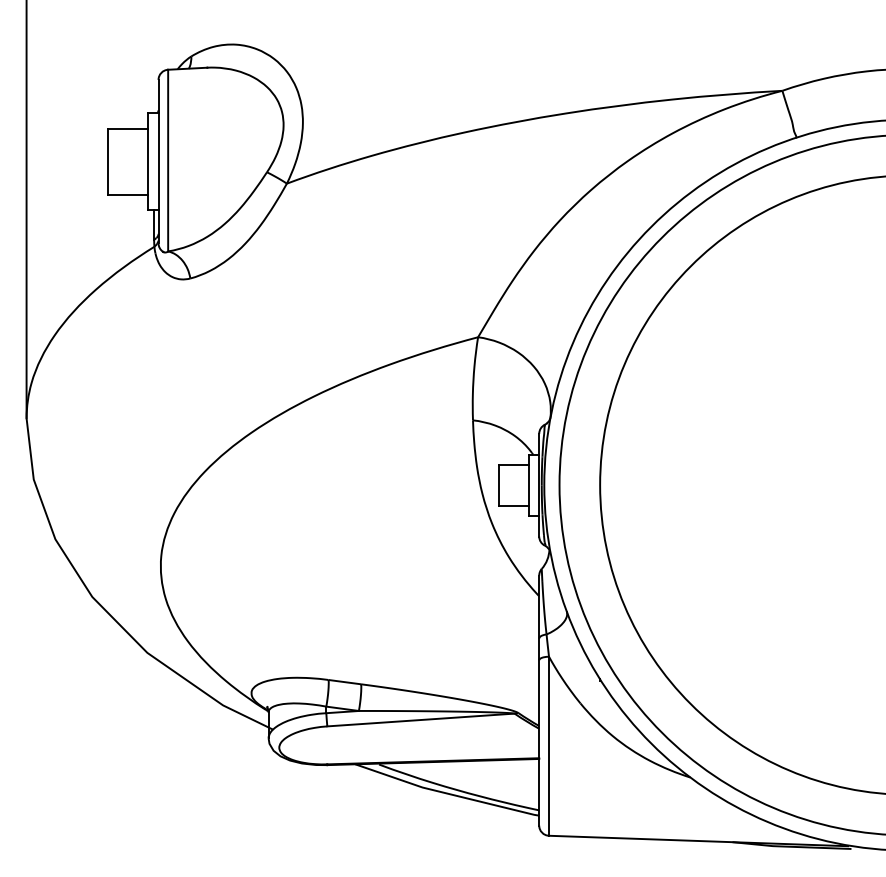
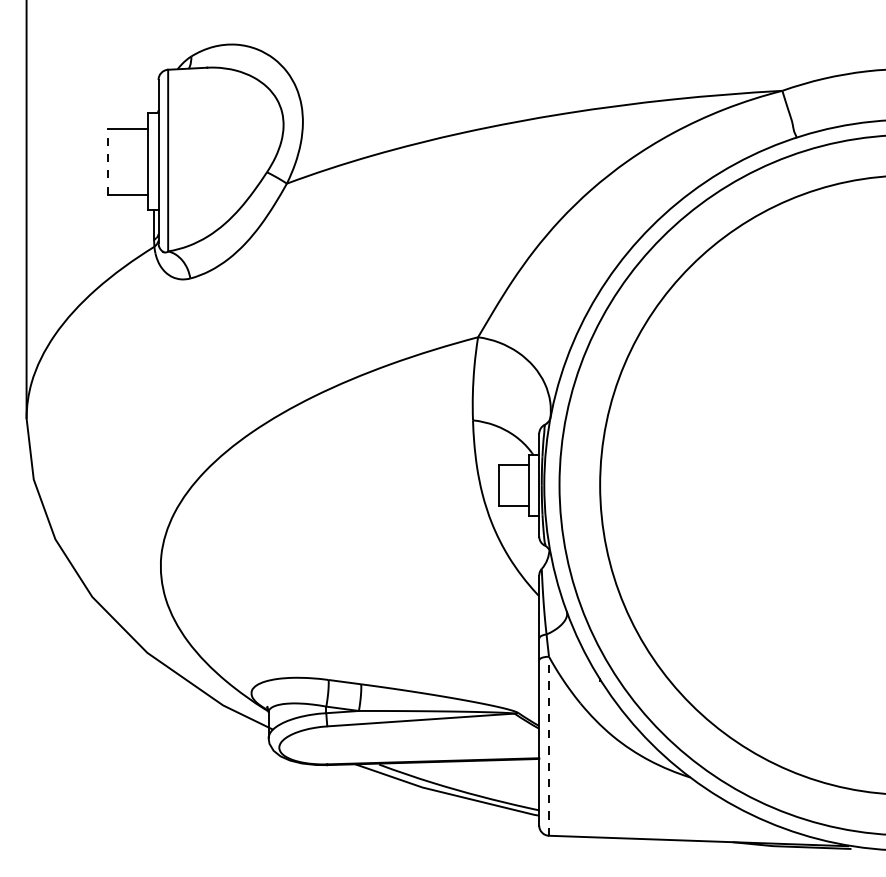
line at (107, 161): solid -> dashed
line at (549, 746): solid -> dashed
